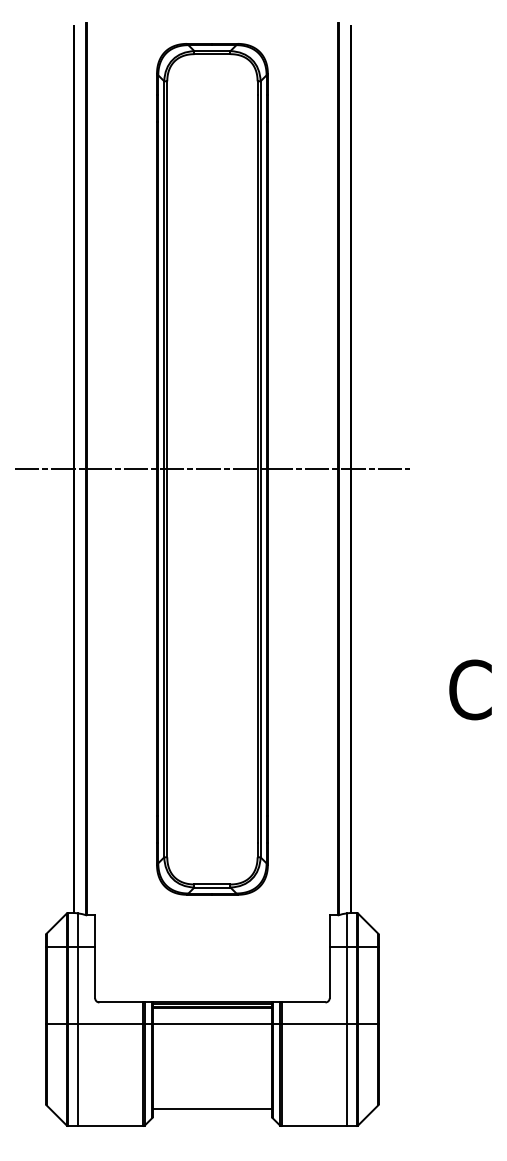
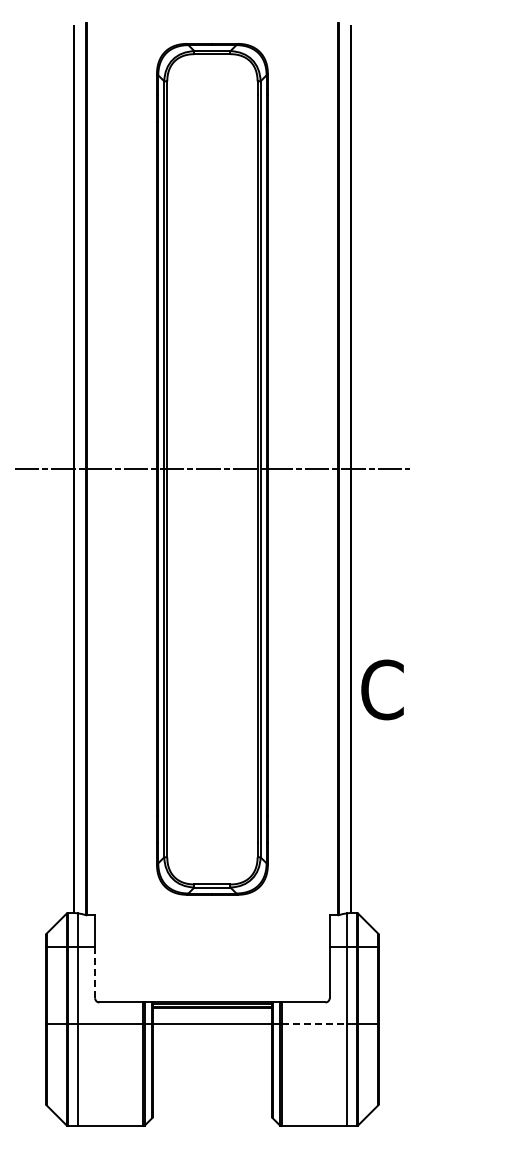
text at (470, 689) position: (470, 689) -> (382, 689)
line at (95, 972): solid -> dashed
line at (314, 1023): solid -> dashed
line at (212, 1109): present -> none
